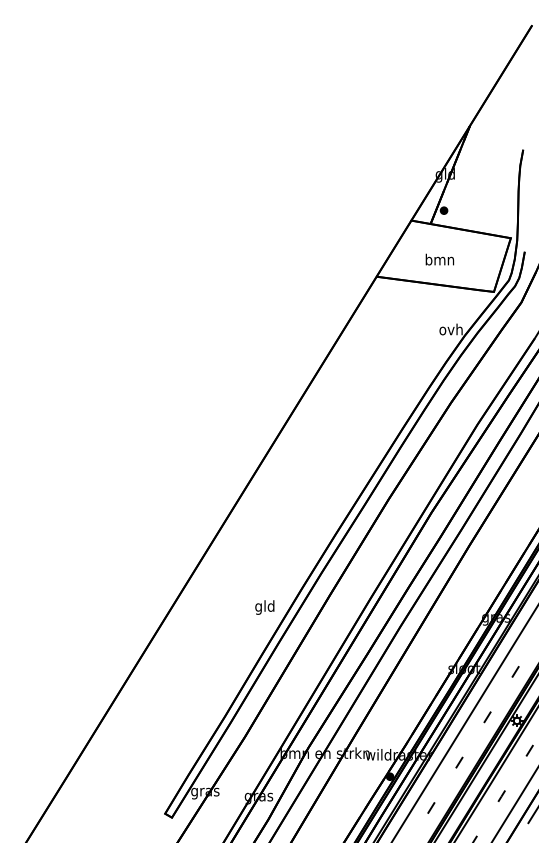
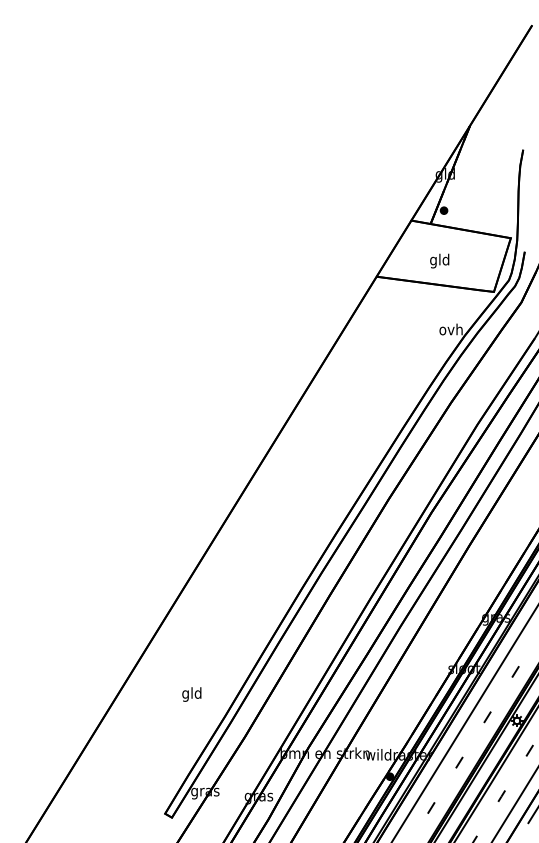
text at (439, 260): bmn -> gld
text at (264, 607) position: (264, 607) -> (191, 694)
